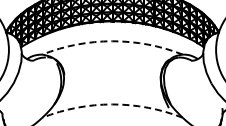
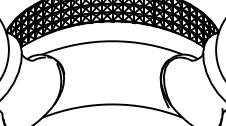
arc at (112, 41): dashed -> solid
arc at (112, 104): dashed -> solid
